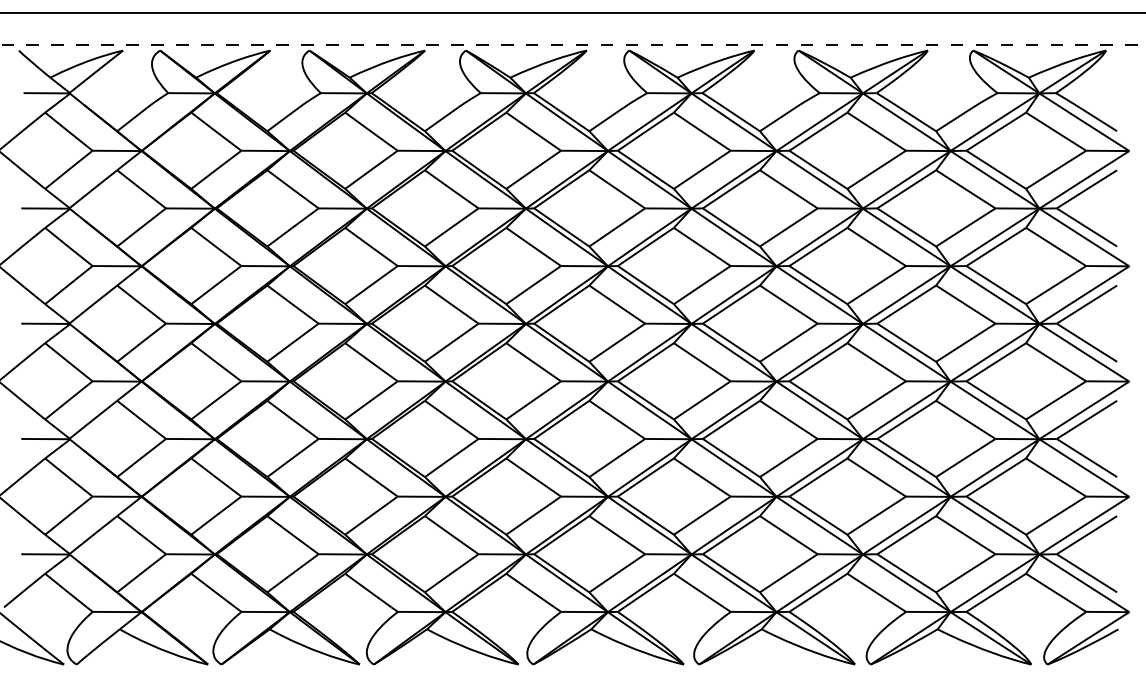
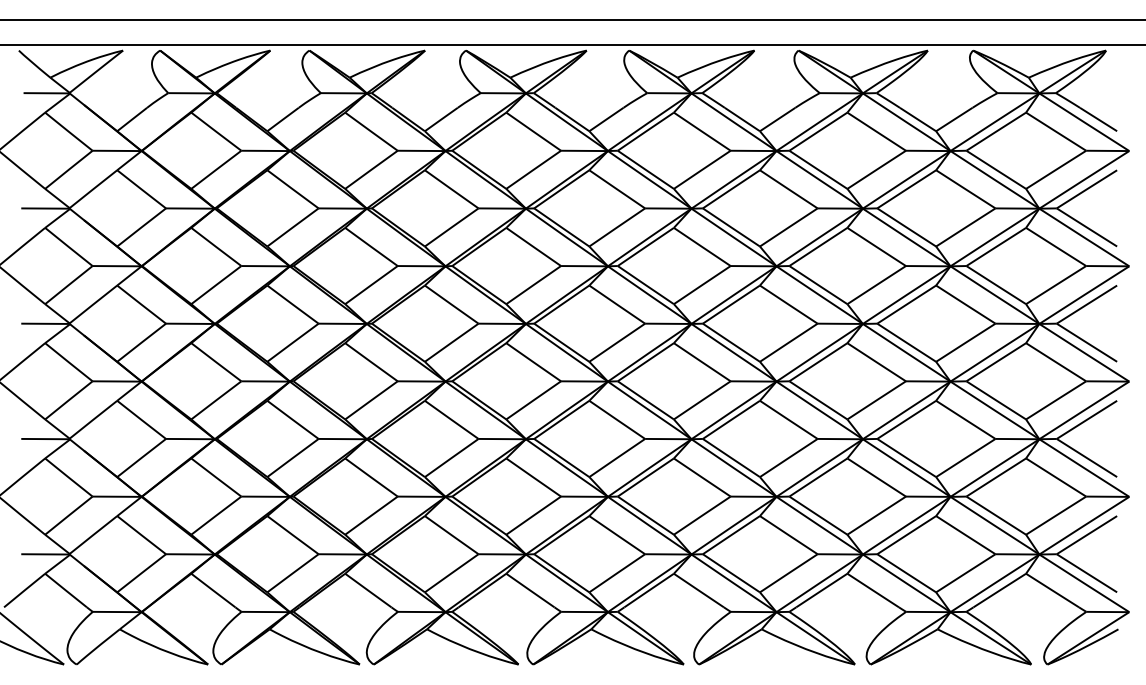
line at (572, 13) position: (572, 13) -> (572, 20)
line at (573, 45): dashed -> solid
